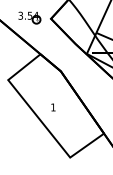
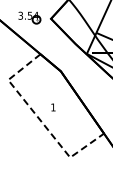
line at (39, 118): solid -> dashed
